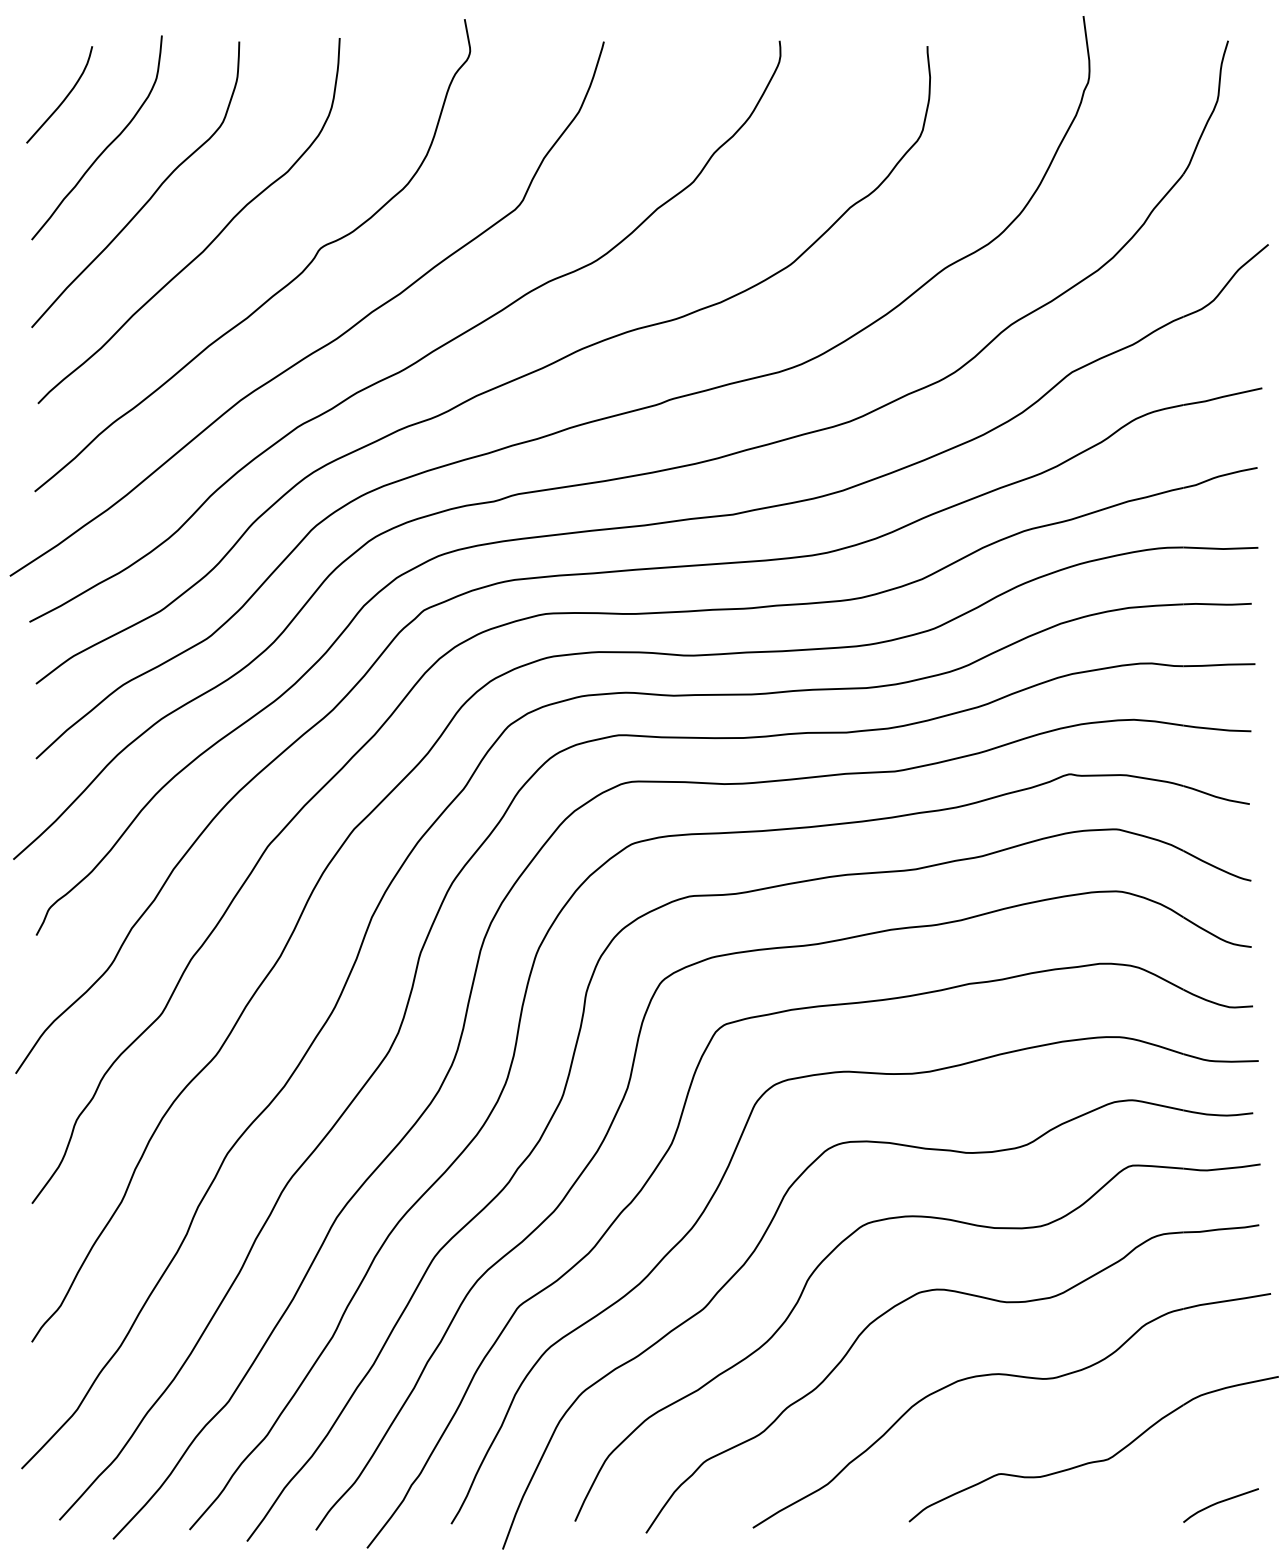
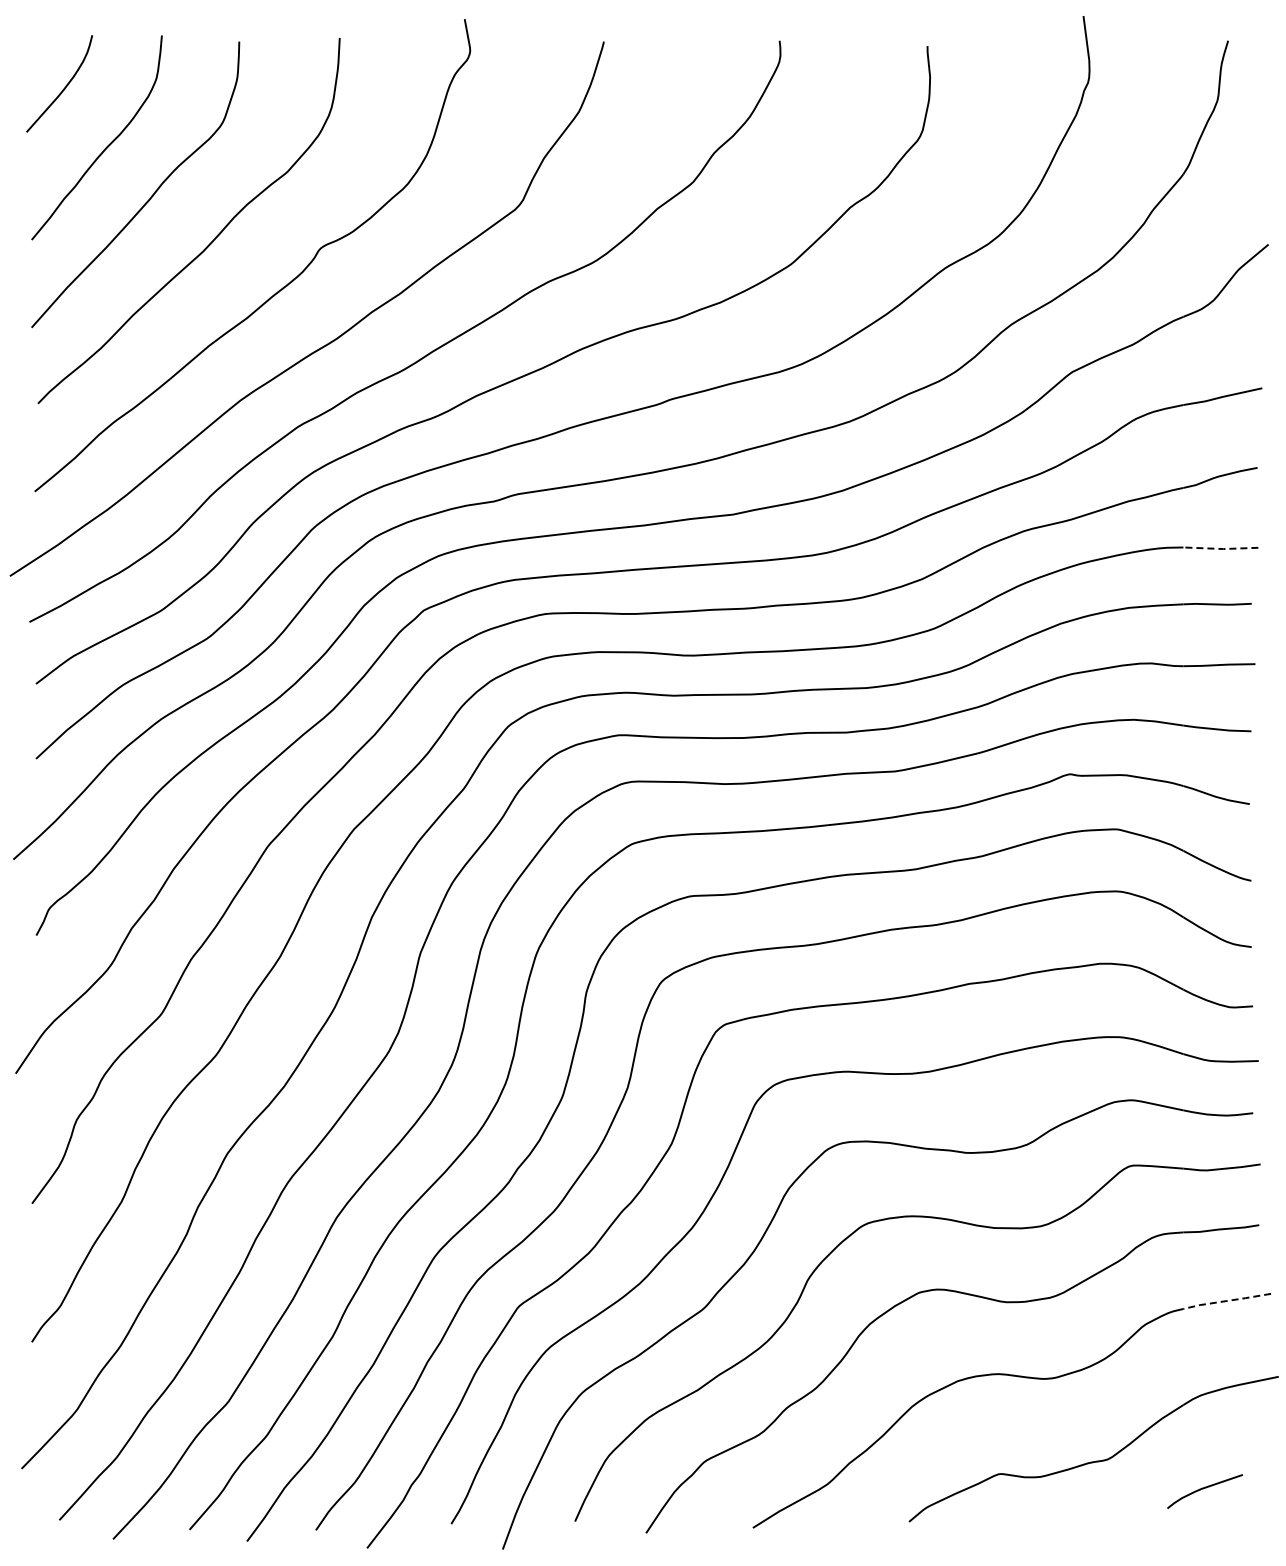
curve at (65, 96) position: (65, 96) -> (65, 85)
line at (1221, 548): solid -> dashed
line at (1226, 1301): solid -> dashed
curve at (1219, 1503) position: (1219, 1503) -> (1203, 1489)
